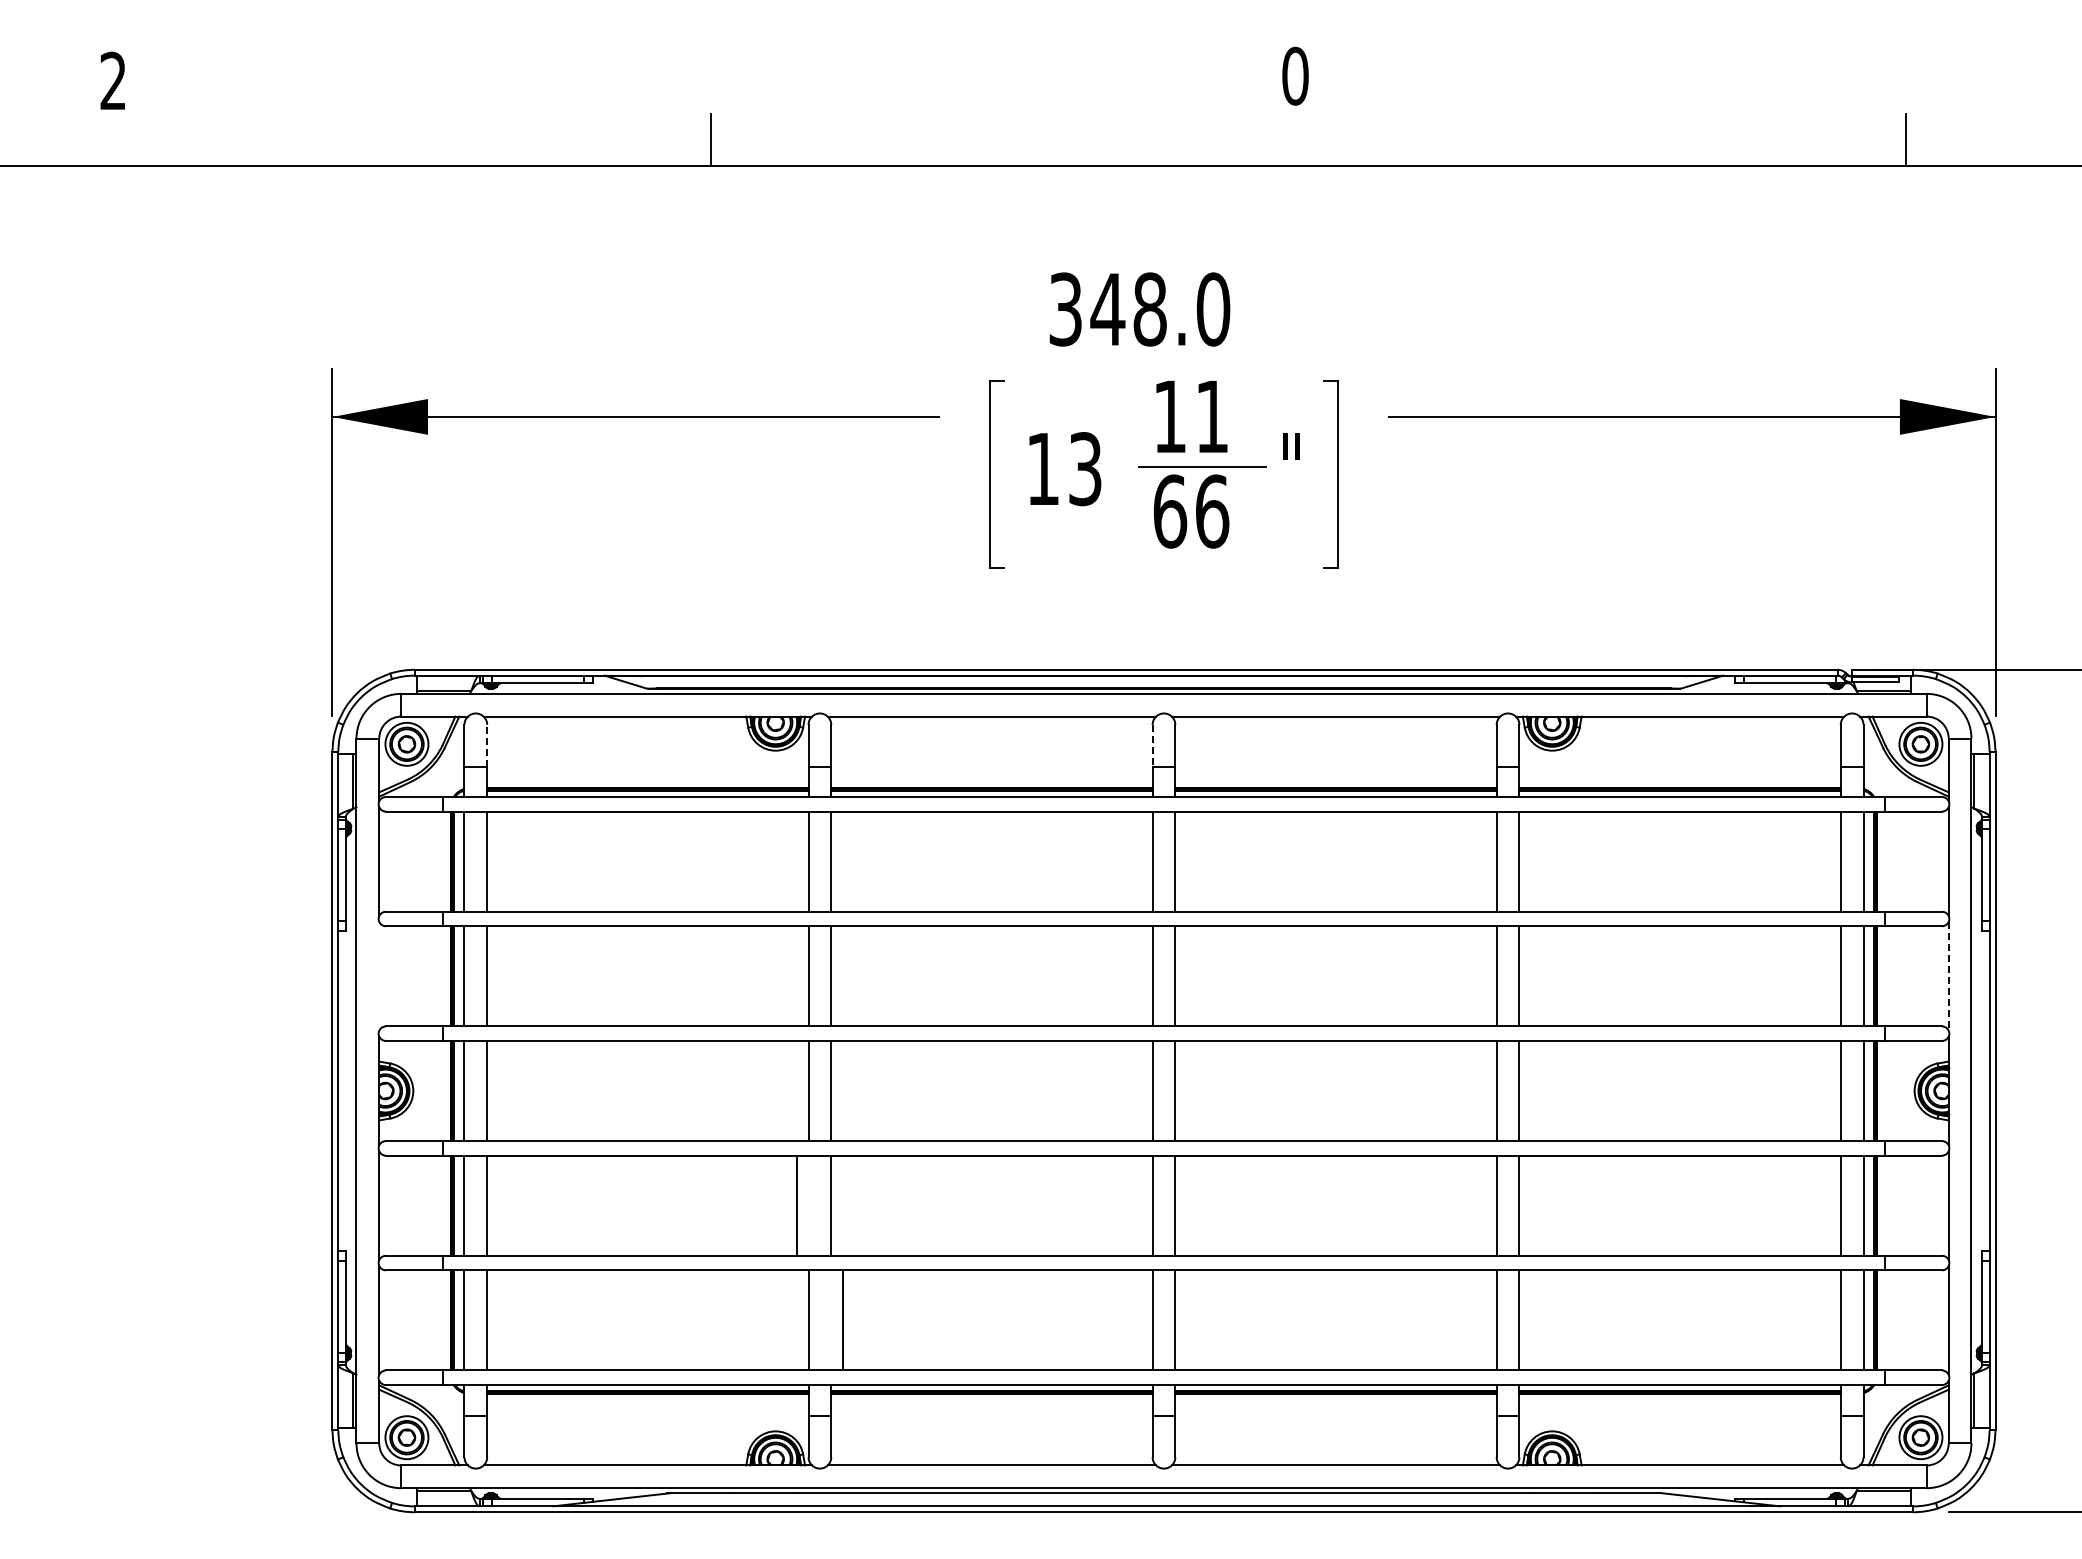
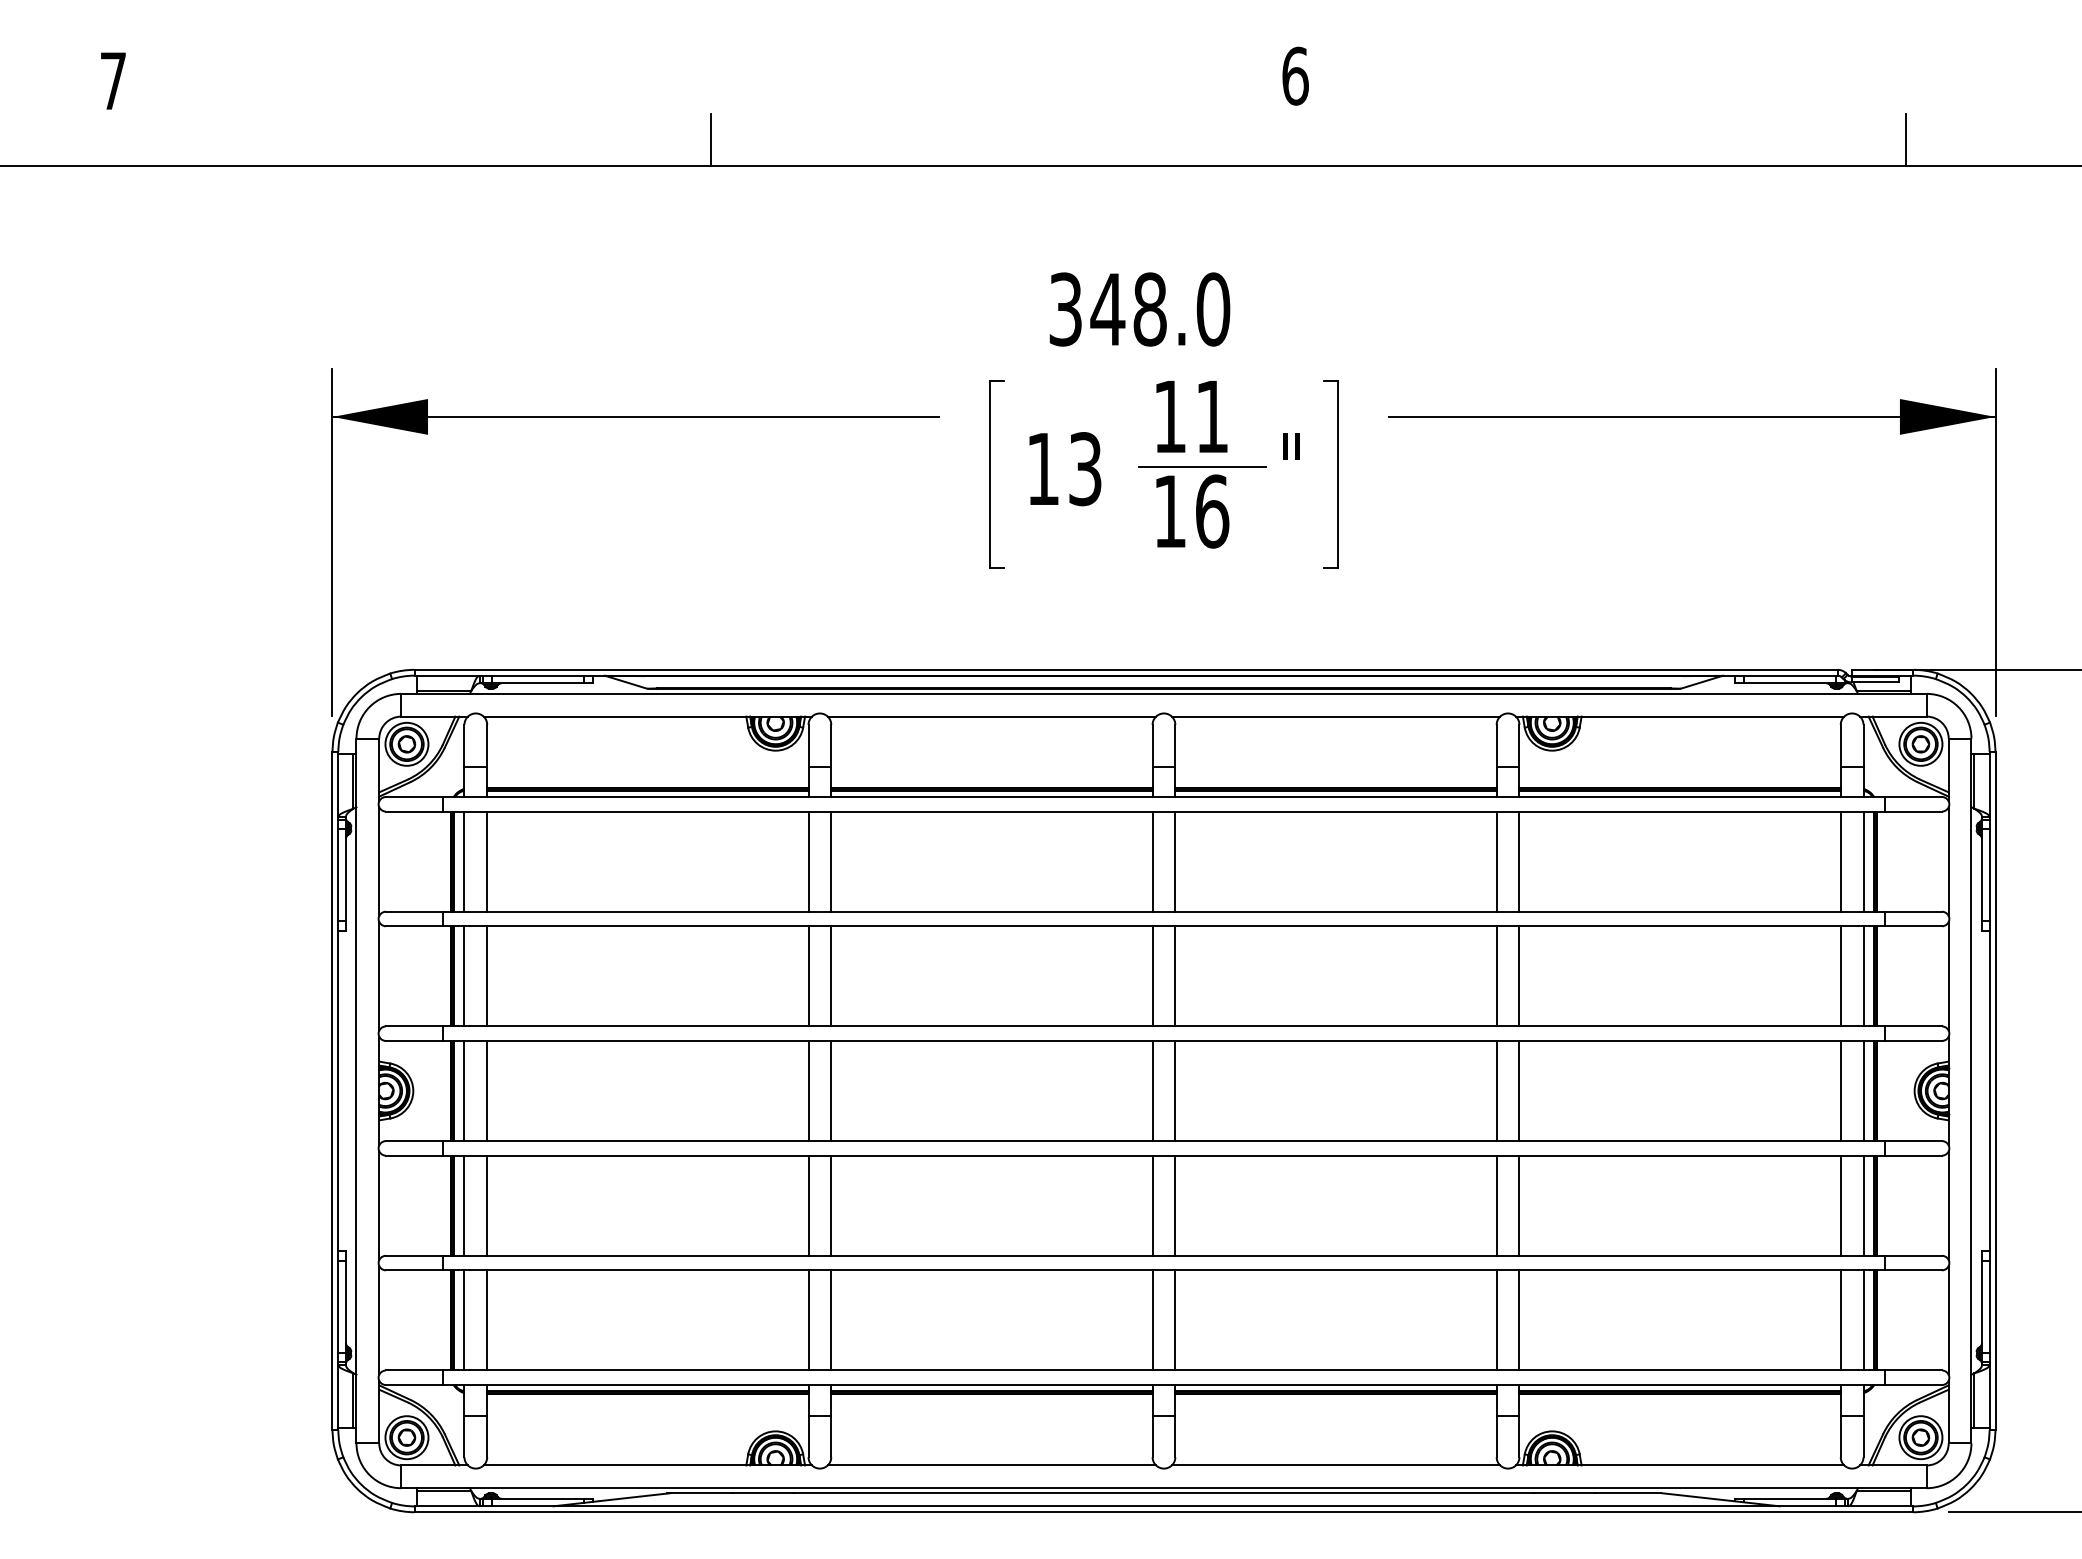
text at (1295, 75): 0 -> 6
text at (112, 80): 2 -> 7
text at (1170, 511): 66 -> 16
line at (487, 745): dashed -> solid
line at (1152, 745): dashed -> solid
line at (379, 975): none -> present
line at (1948, 976): dashed -> solid
line at (796, 1205) position: (796, 1205) -> (808, 1205)
line at (843, 1320) position: (843, 1320) -> (831, 1320)
